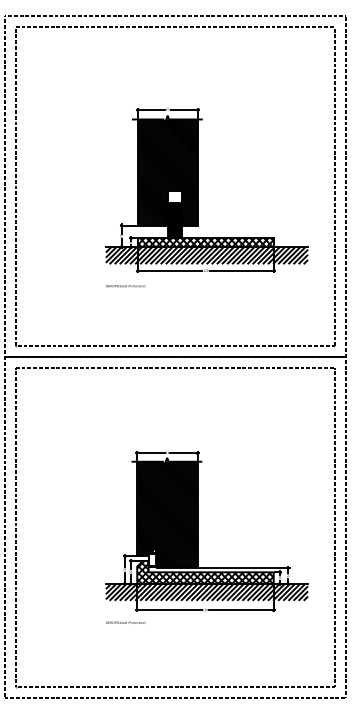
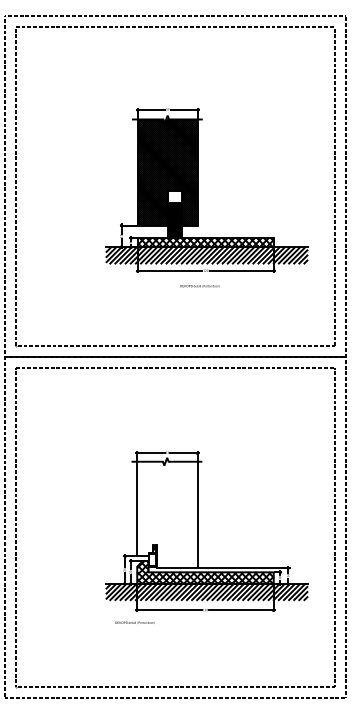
text at (125, 286) position: (125, 286) -> (199, 286)
hatch at (167, 514): present -> none
text at (125, 622) position: (125, 622) -> (134, 622)
